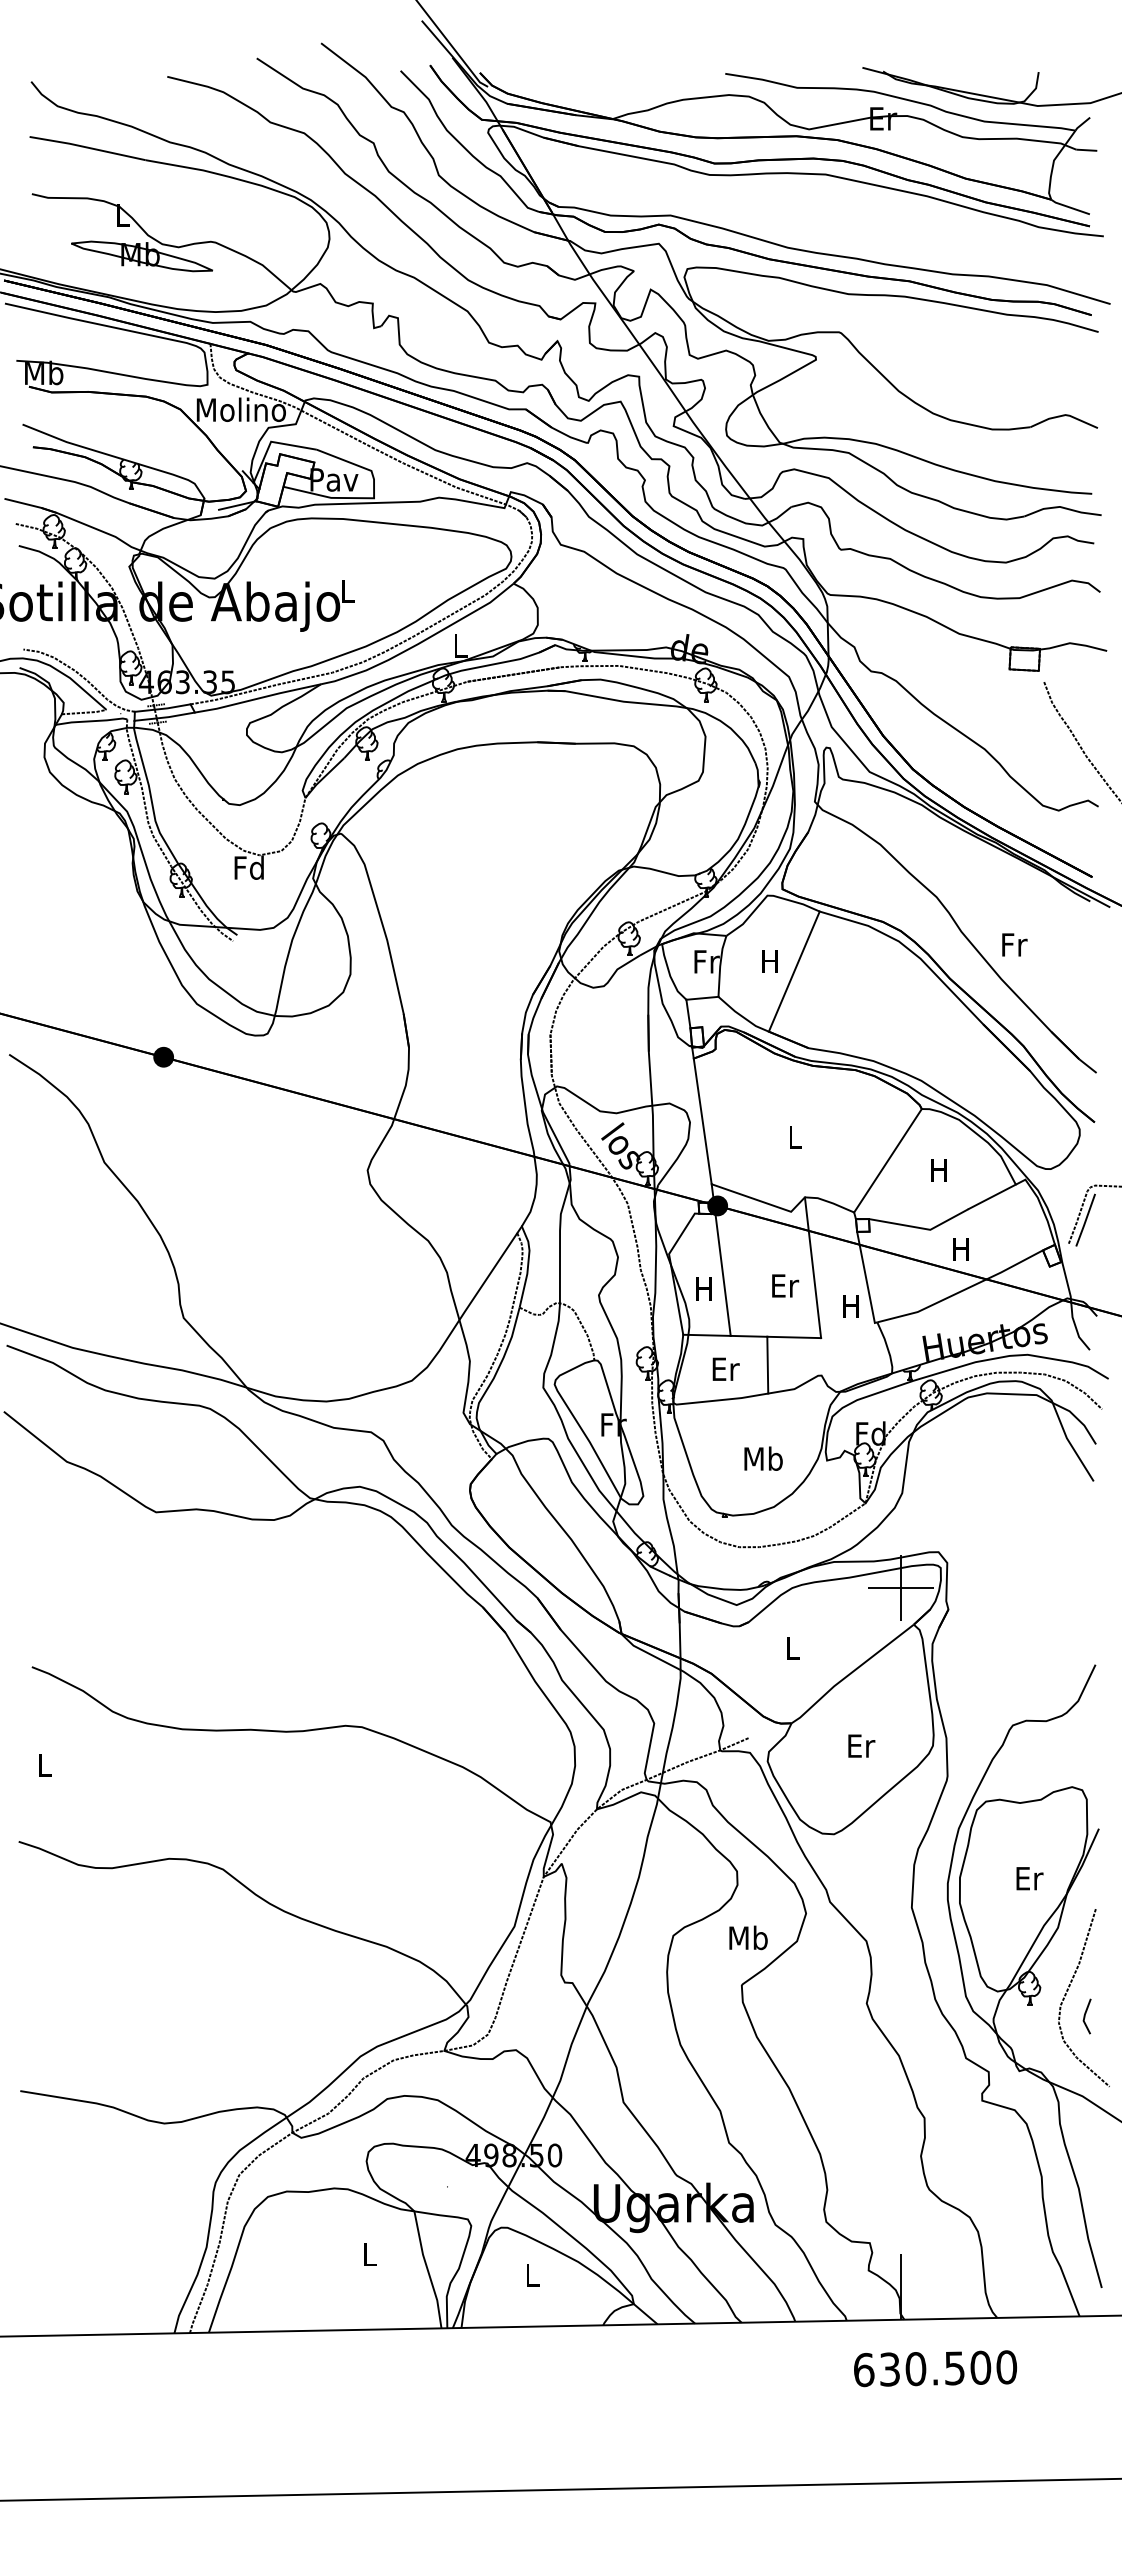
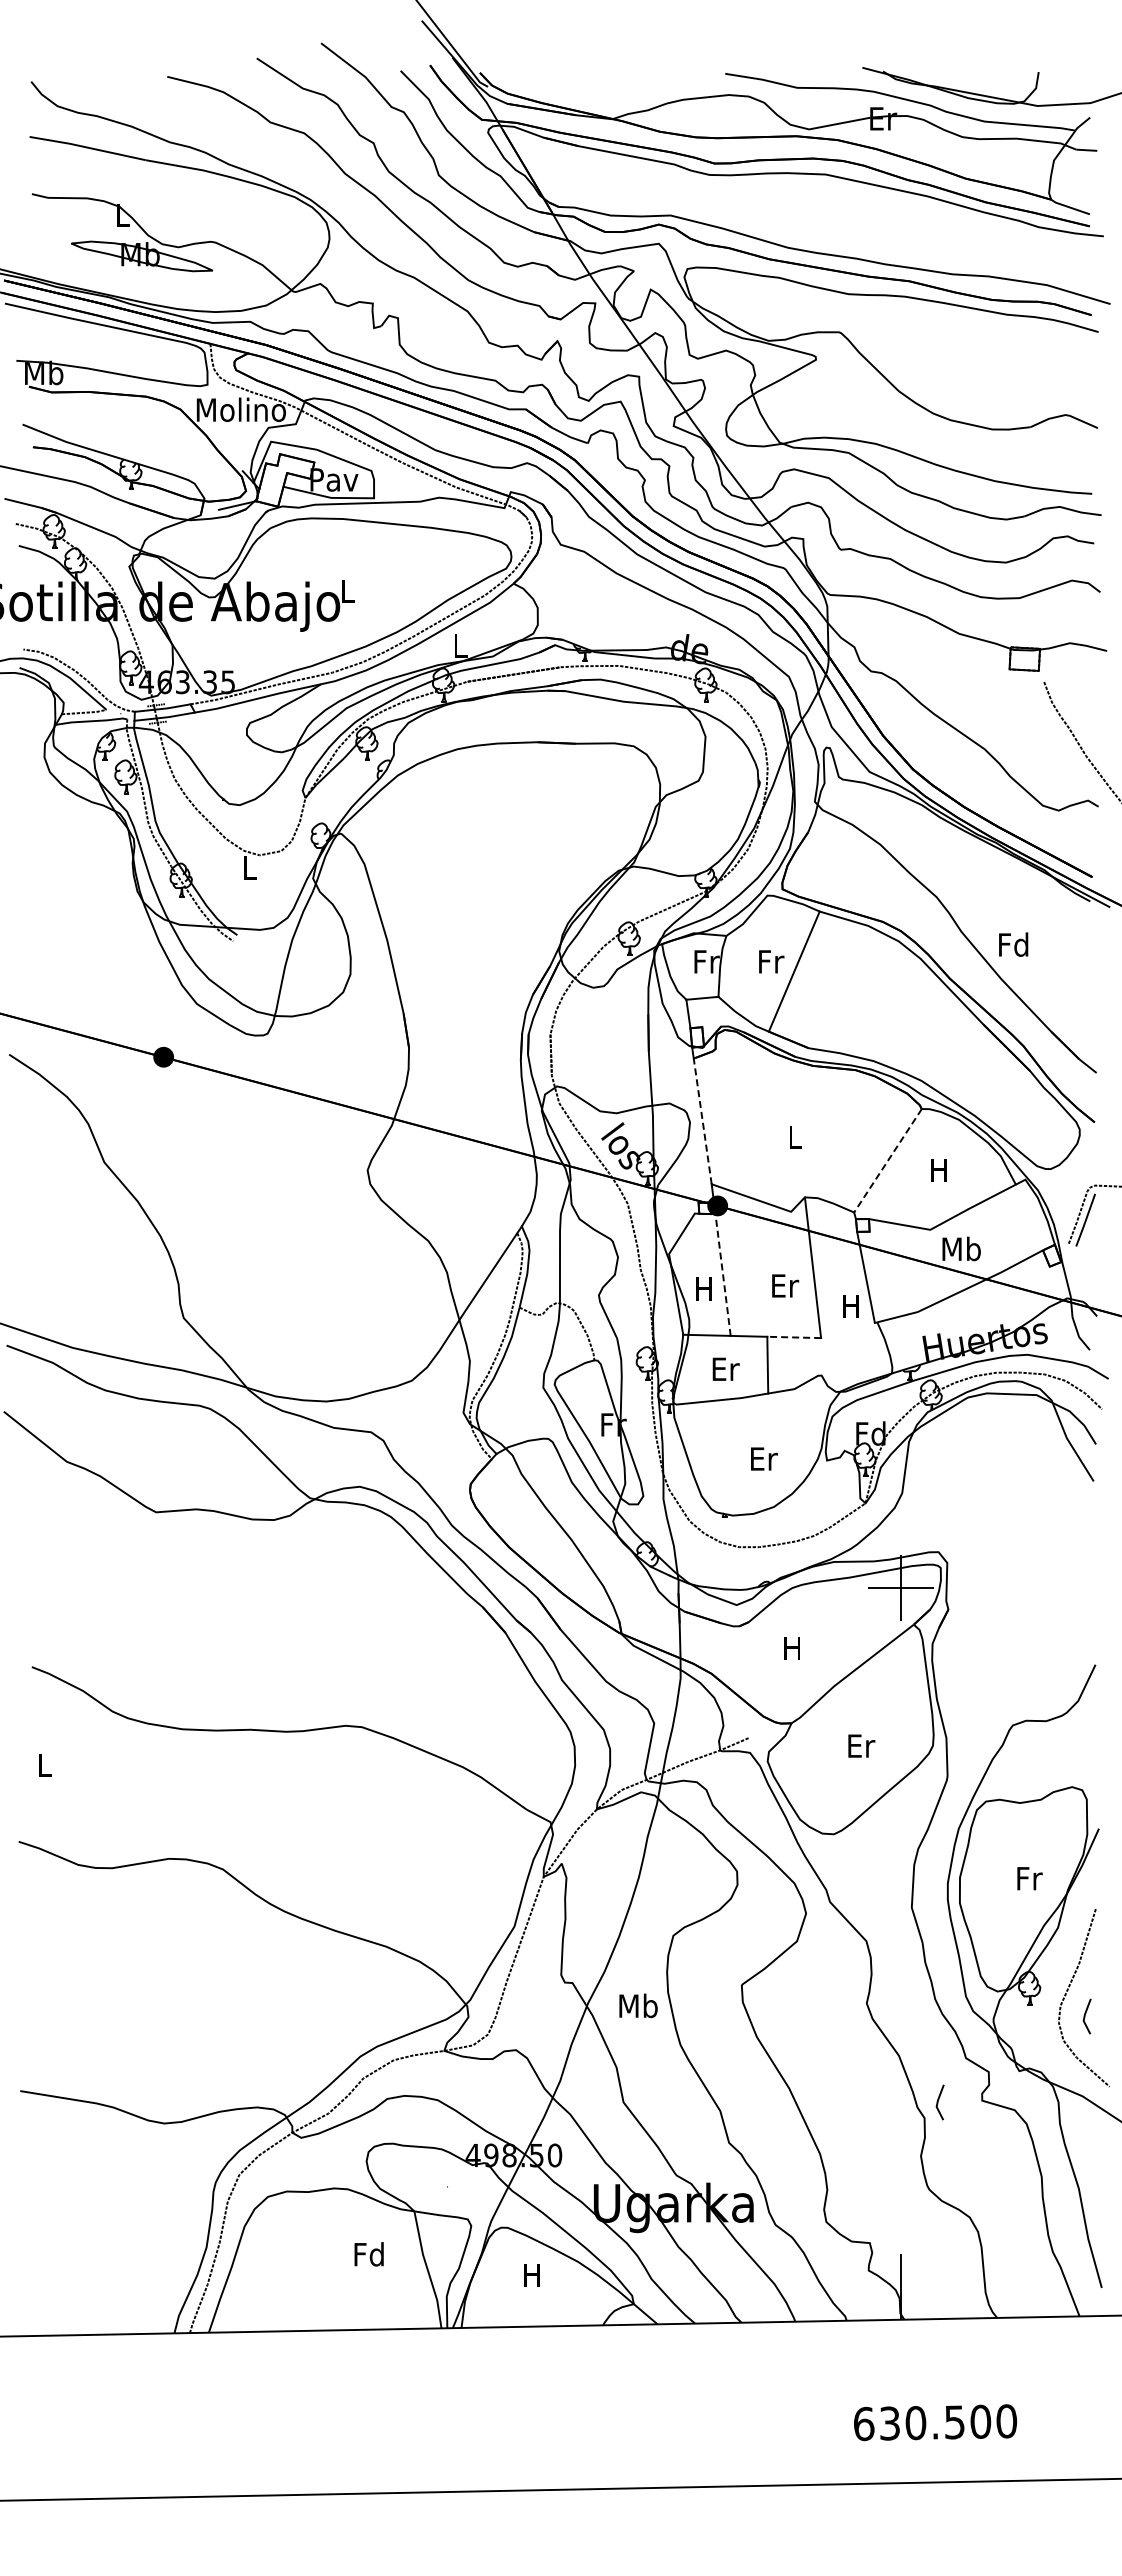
text at (248, 867): Fd -> L
text at (1013, 944): Fr -> Fd
text at (771, 961): H -> Fr
line at (702, 1120): solid -> dashed
line at (888, 1160): solid -> dashed
text at (961, 1248): H -> Mb
line at (723, 1274): solid -> dashed
line at (794, 1337): solid -> dashed
text at (763, 1458): Mb -> Er
text at (791, 1648): L -> H
text at (1029, 1878): Er -> Fr
text at (748, 1937) position: (748, 1937) -> (638, 2005)
line at (938, 2102): none -> present
text at (368, 2254): L -> Fd
text at (531, 2275): L -> H
text at (935, 2368) position: (935, 2368) -> (935, 2422)
